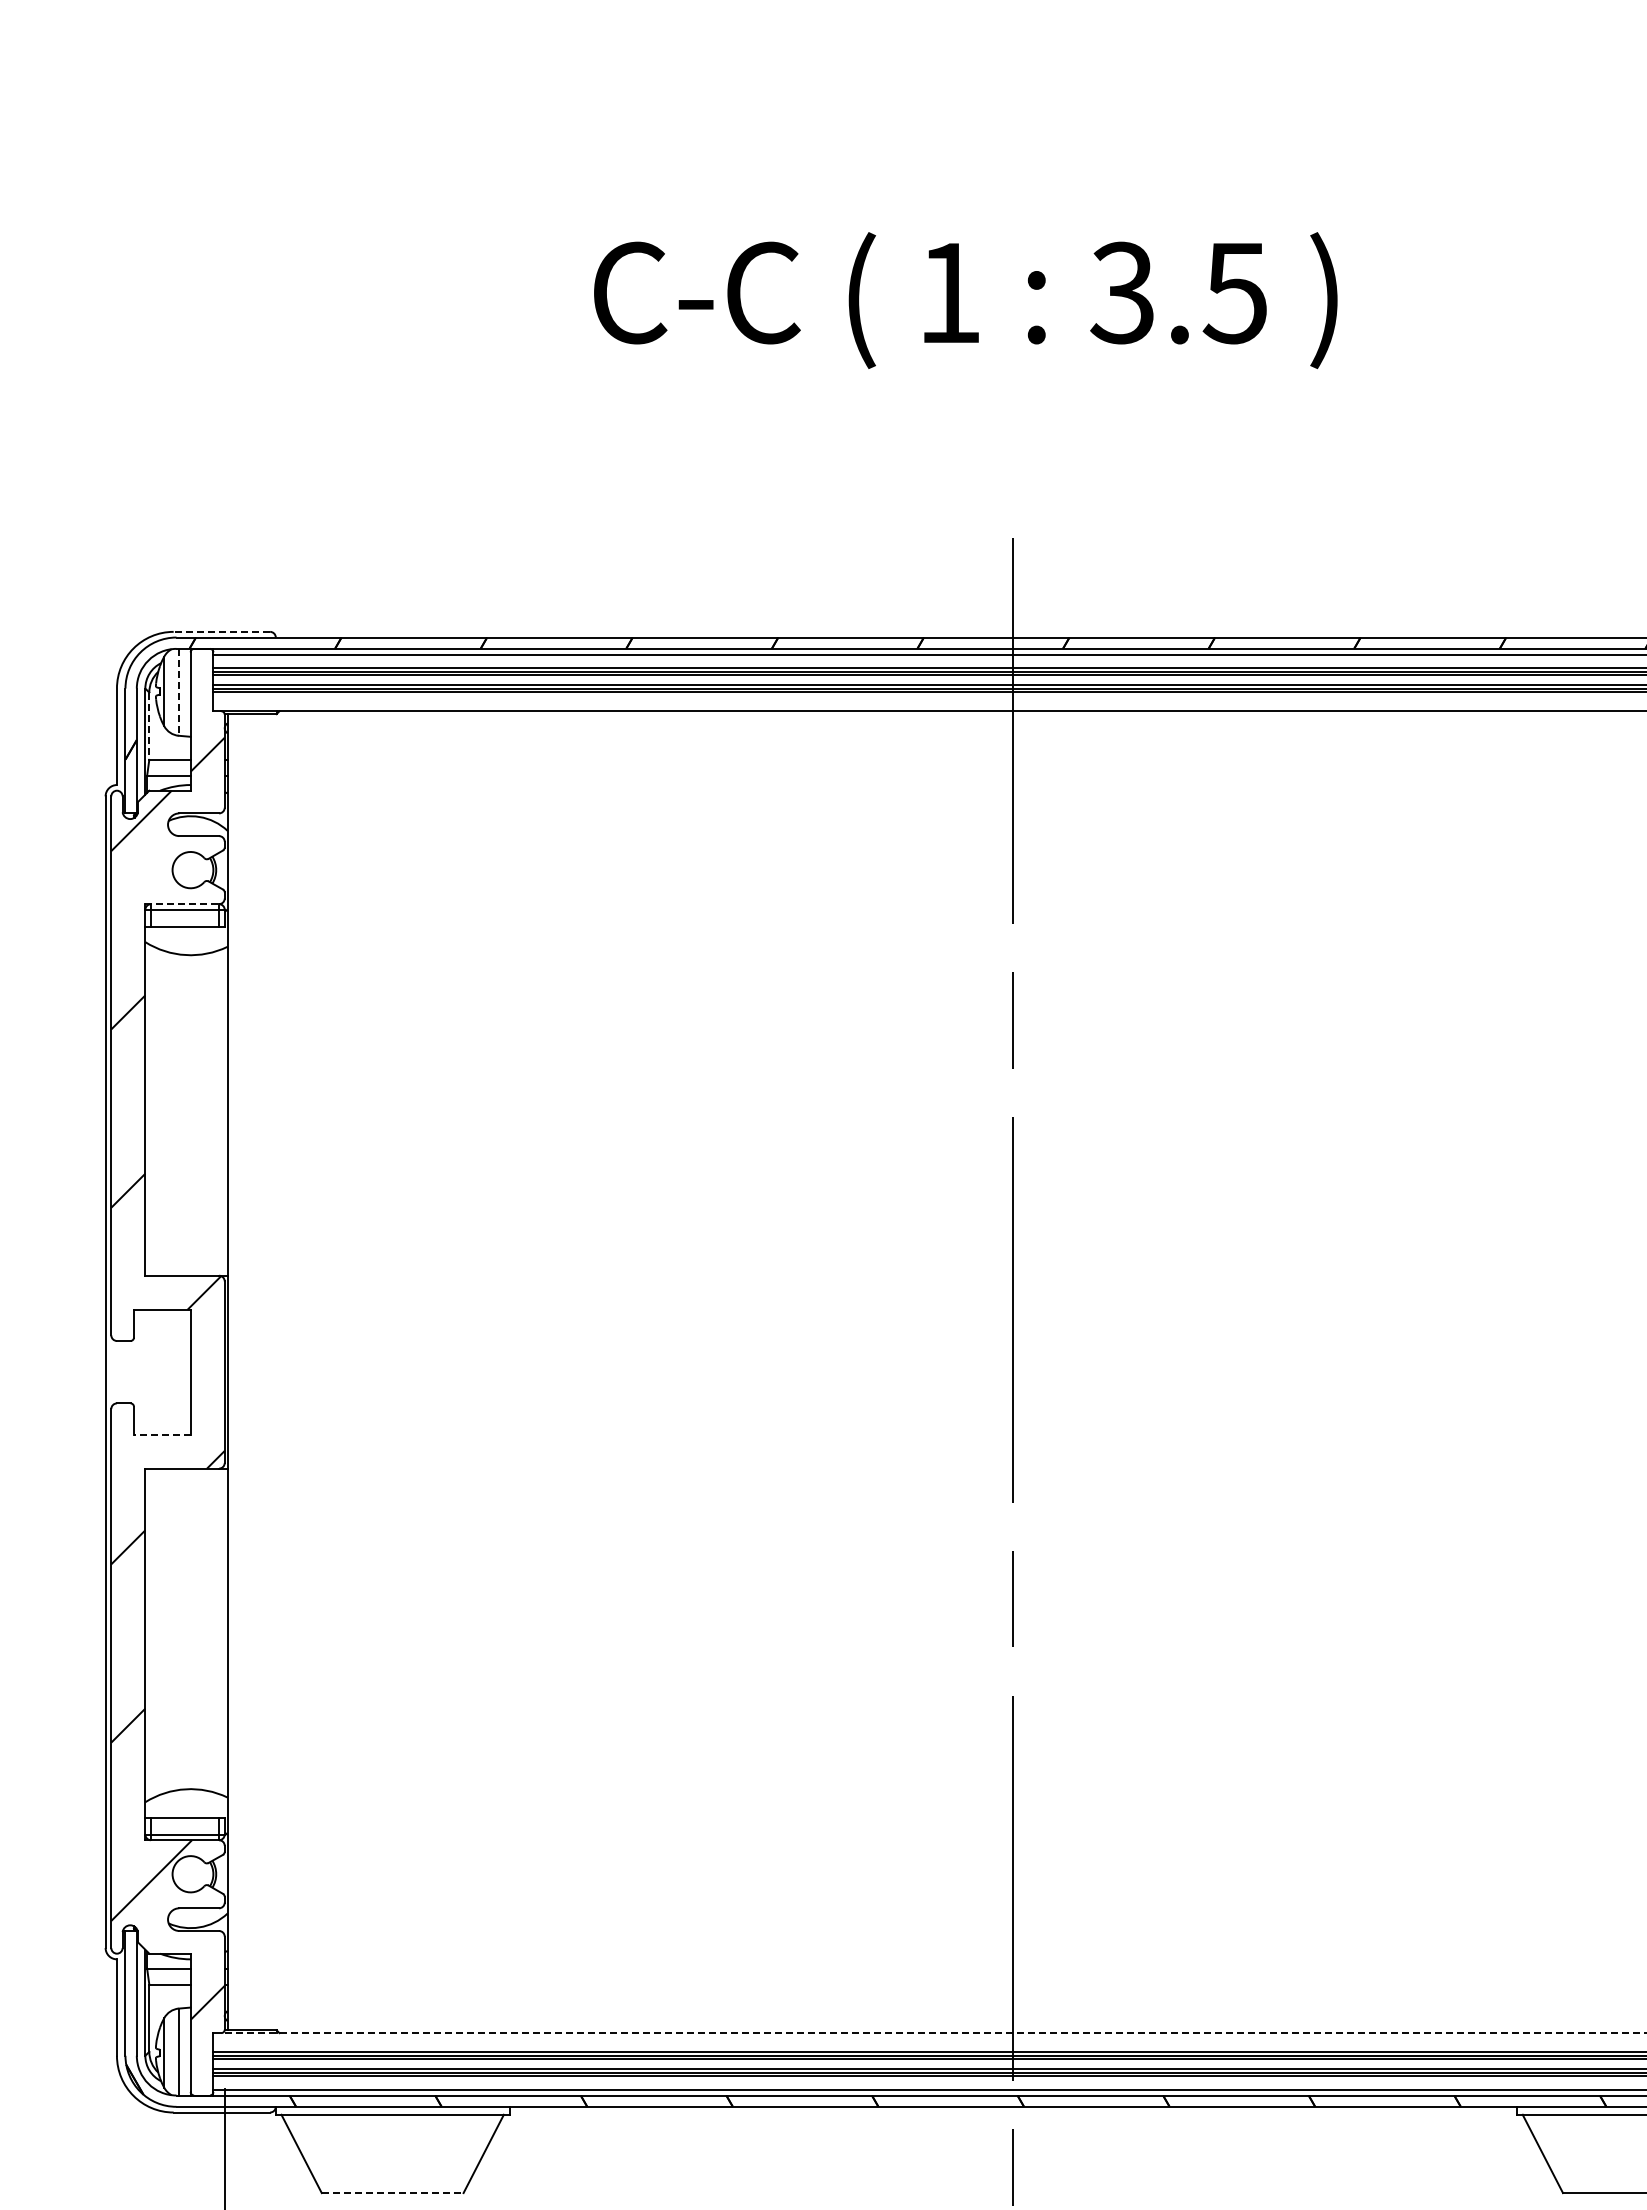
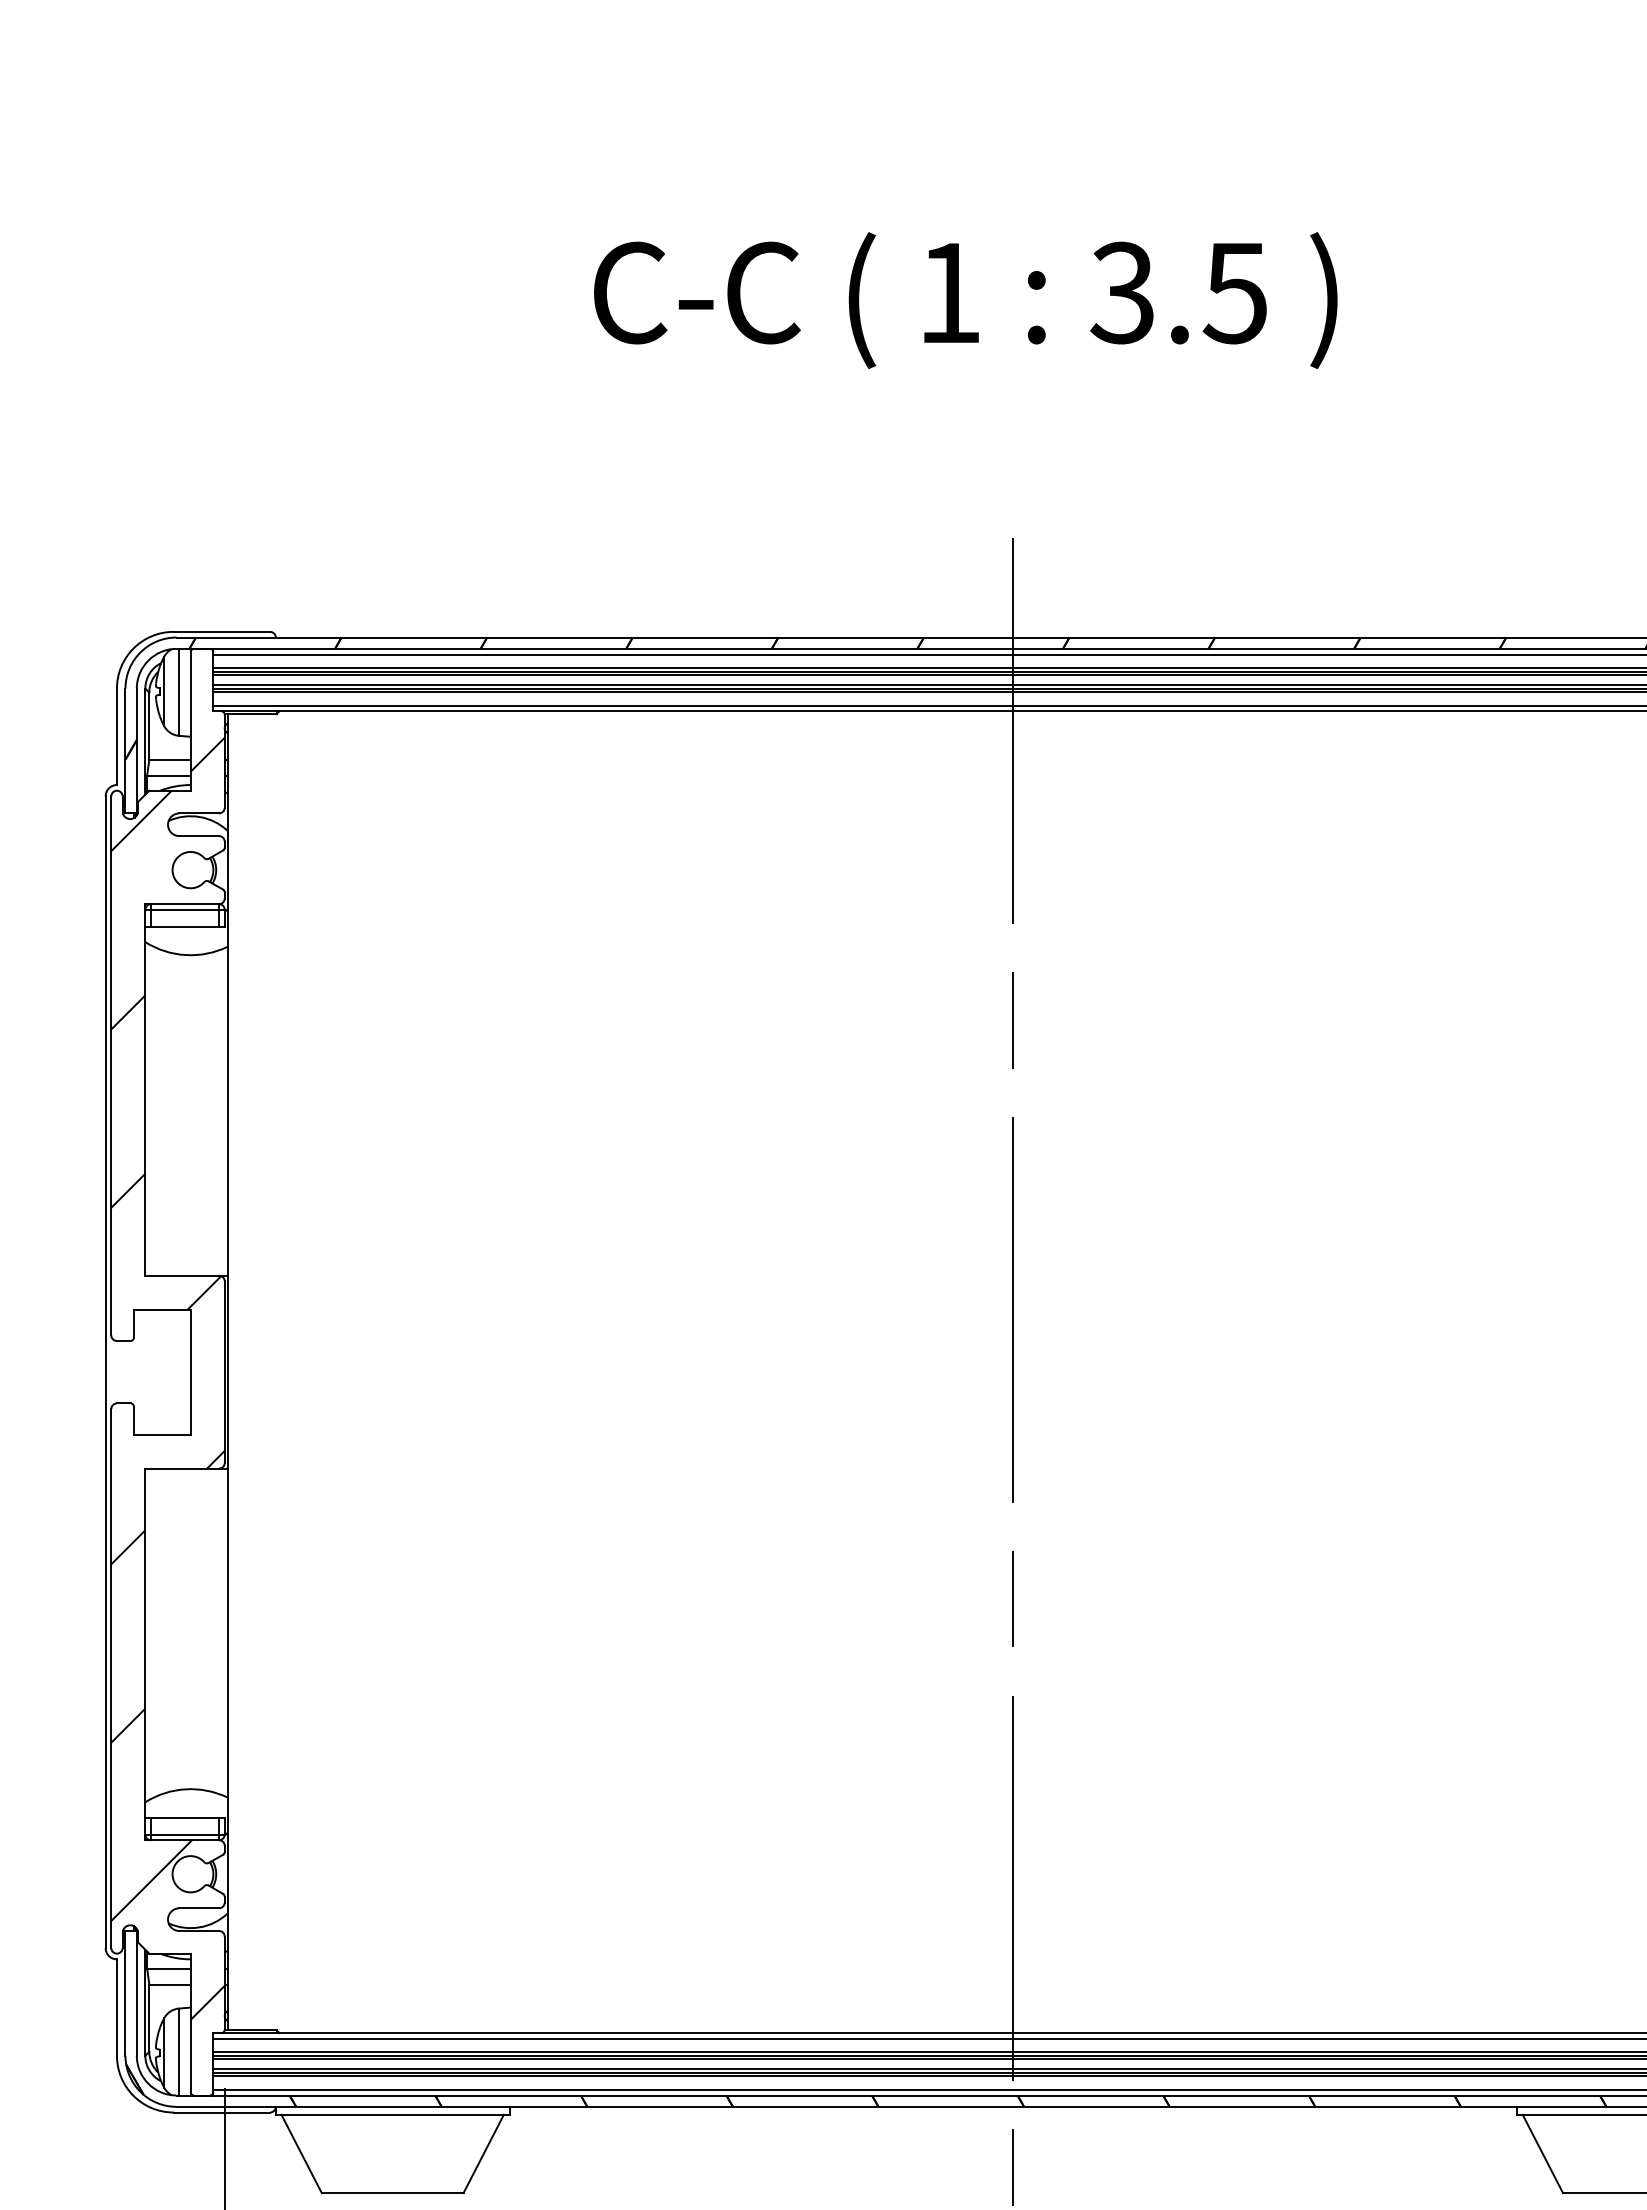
line at (221, 631): dashed -> solid
line at (178, 692): dashed -> solid
line at (928, 705): none -> present
line at (149, 726): dashed -> solid
line at (182, 904): dashed -> solid
line at (161, 1434): dashed -> solid
line at (933, 2033): dashed -> solid
line at (928, 2038): none -> present
line at (392, 2193): dashed -> solid
